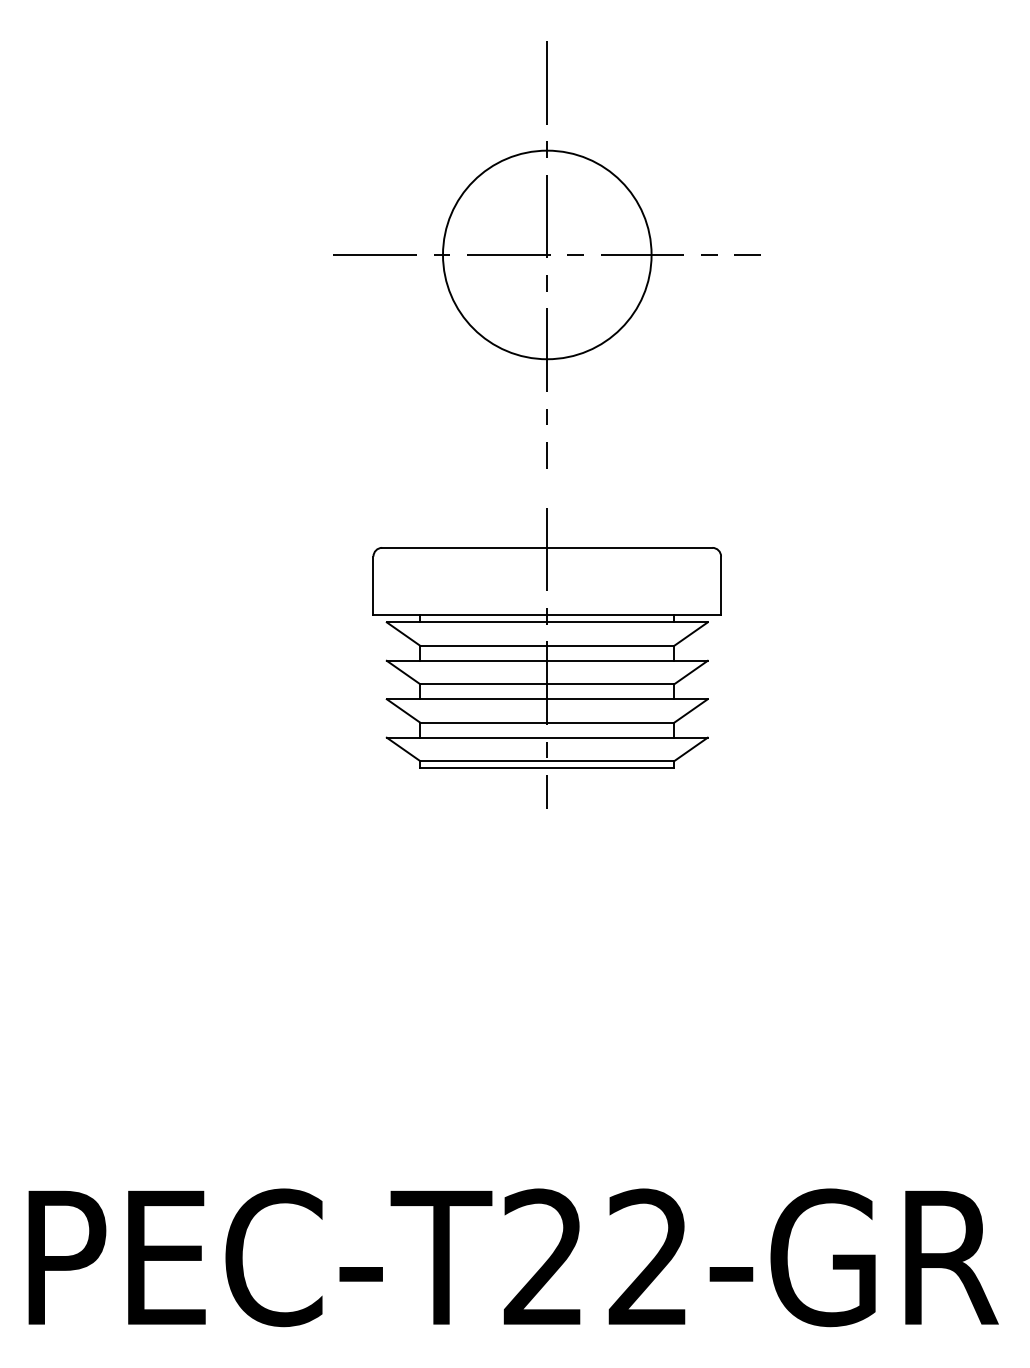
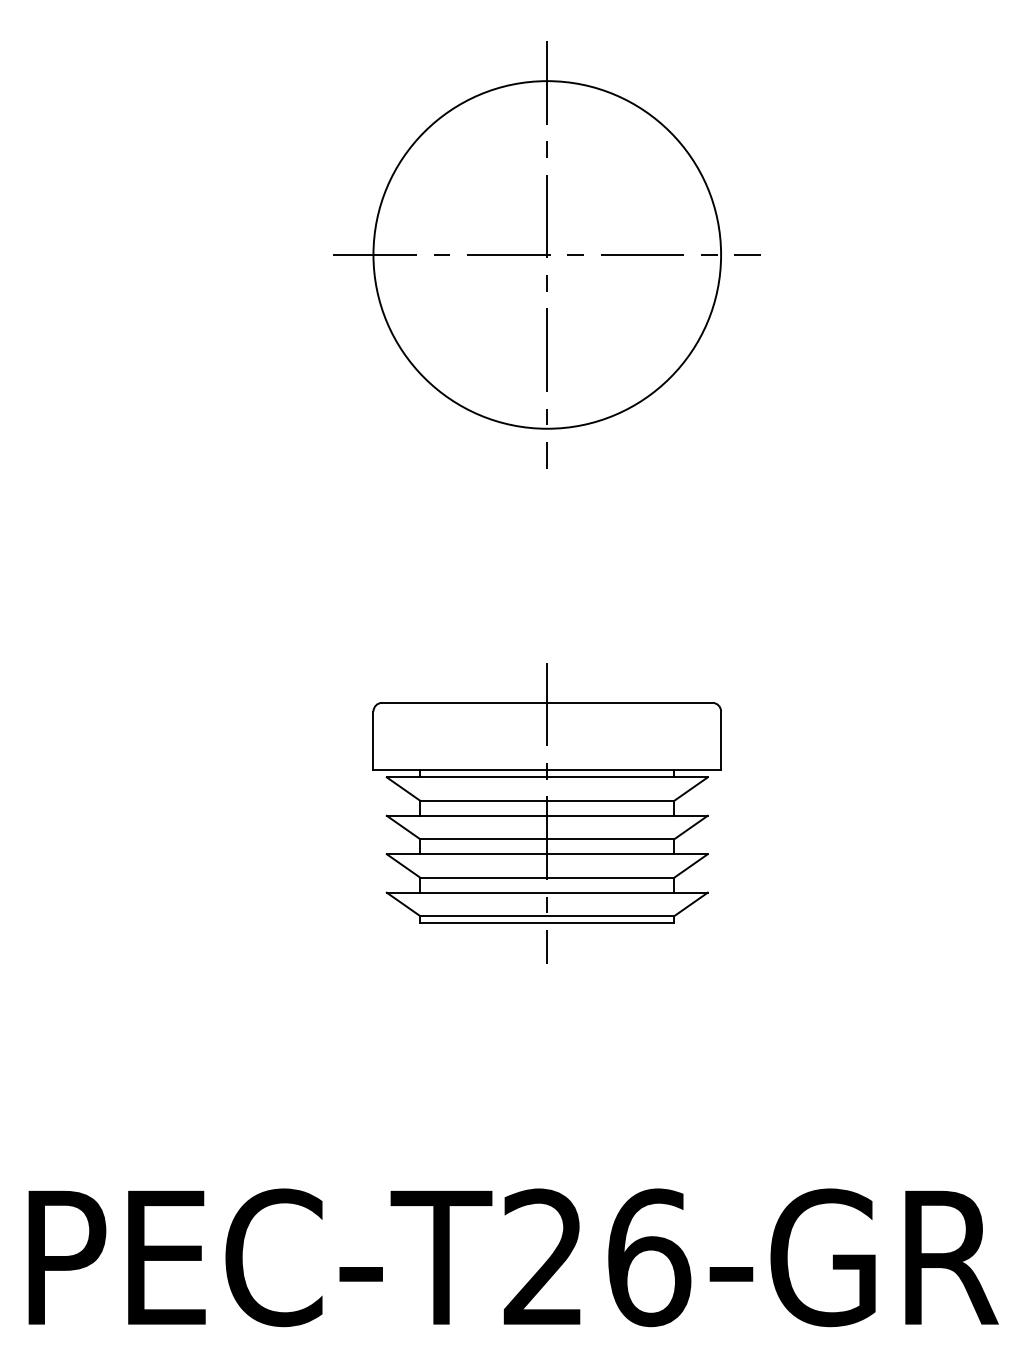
circle at (547, 254) diameter: 209 px -> 348 px
part at (546, 658) position: (546, 658) -> (546, 813)
text at (649, 1257): PEC-T22-GR -> PEC-T26-GR
